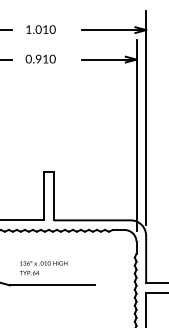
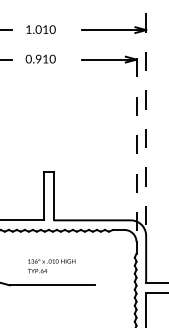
line at (146, 117): solid -> dashed
line at (136, 135): solid -> dashed
text at (43, 268) position: (43, 268) -> (51, 266)
